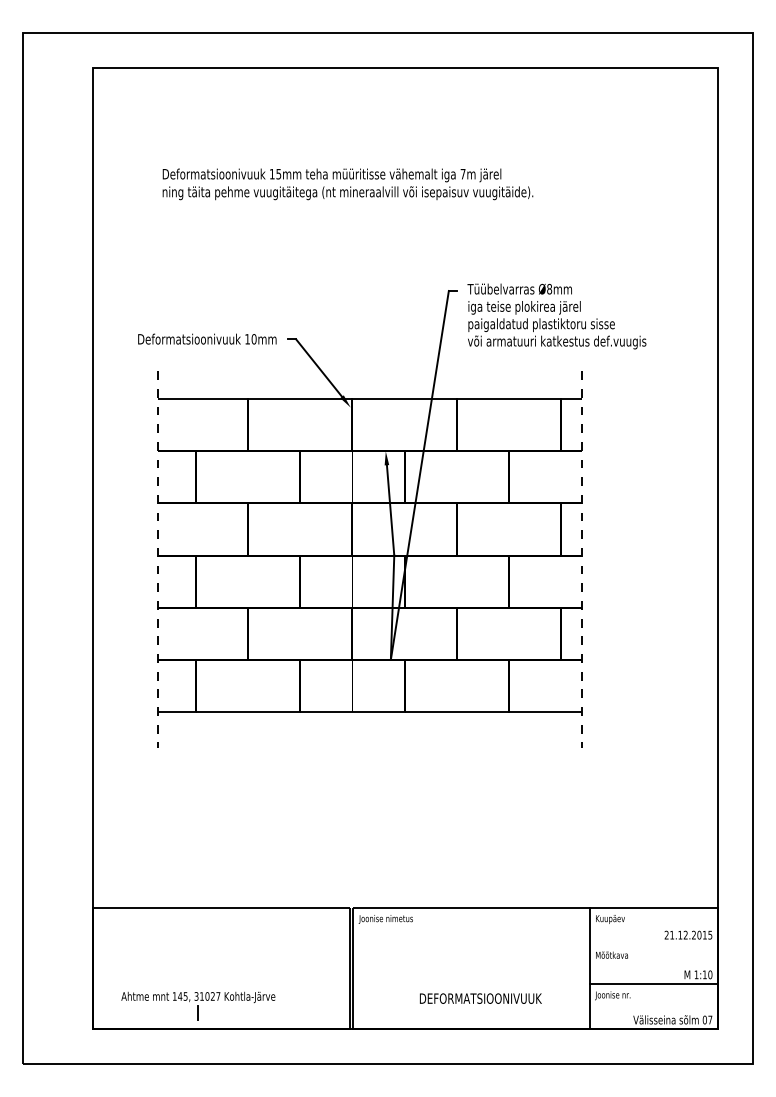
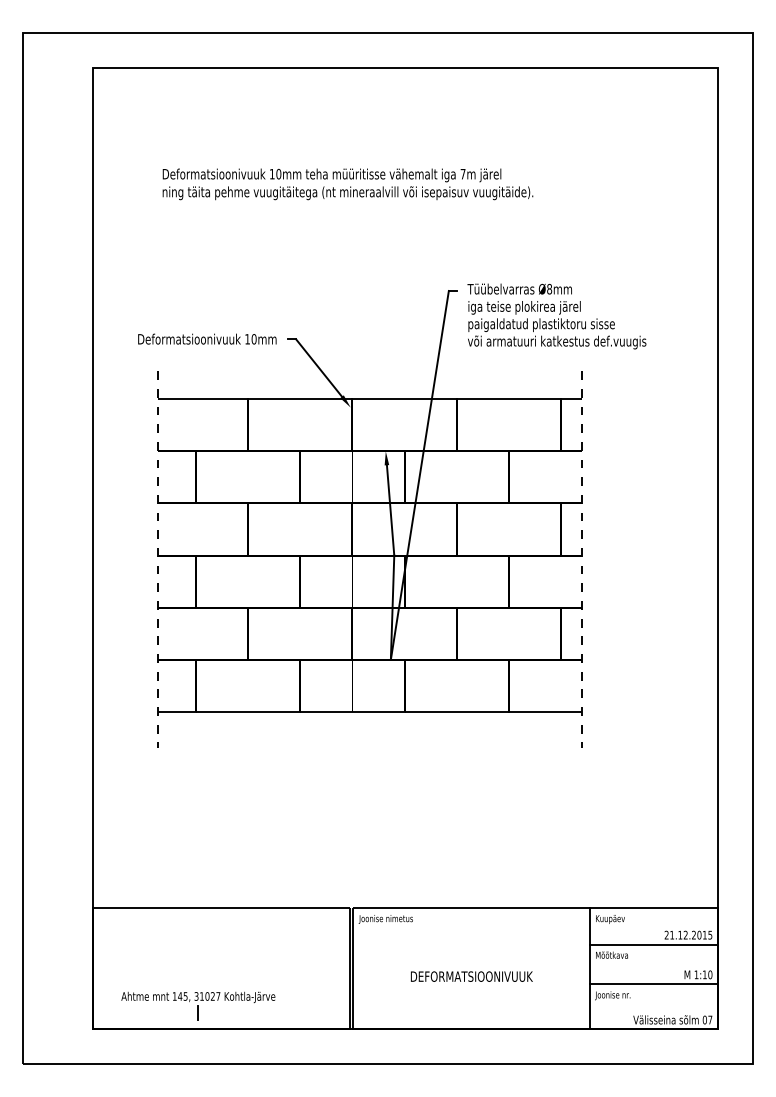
text at (278, 173): 15mm -> 10mm
line at (653, 944): none -> present
text at (480, 998) position: (480, 998) -> (471, 976)
